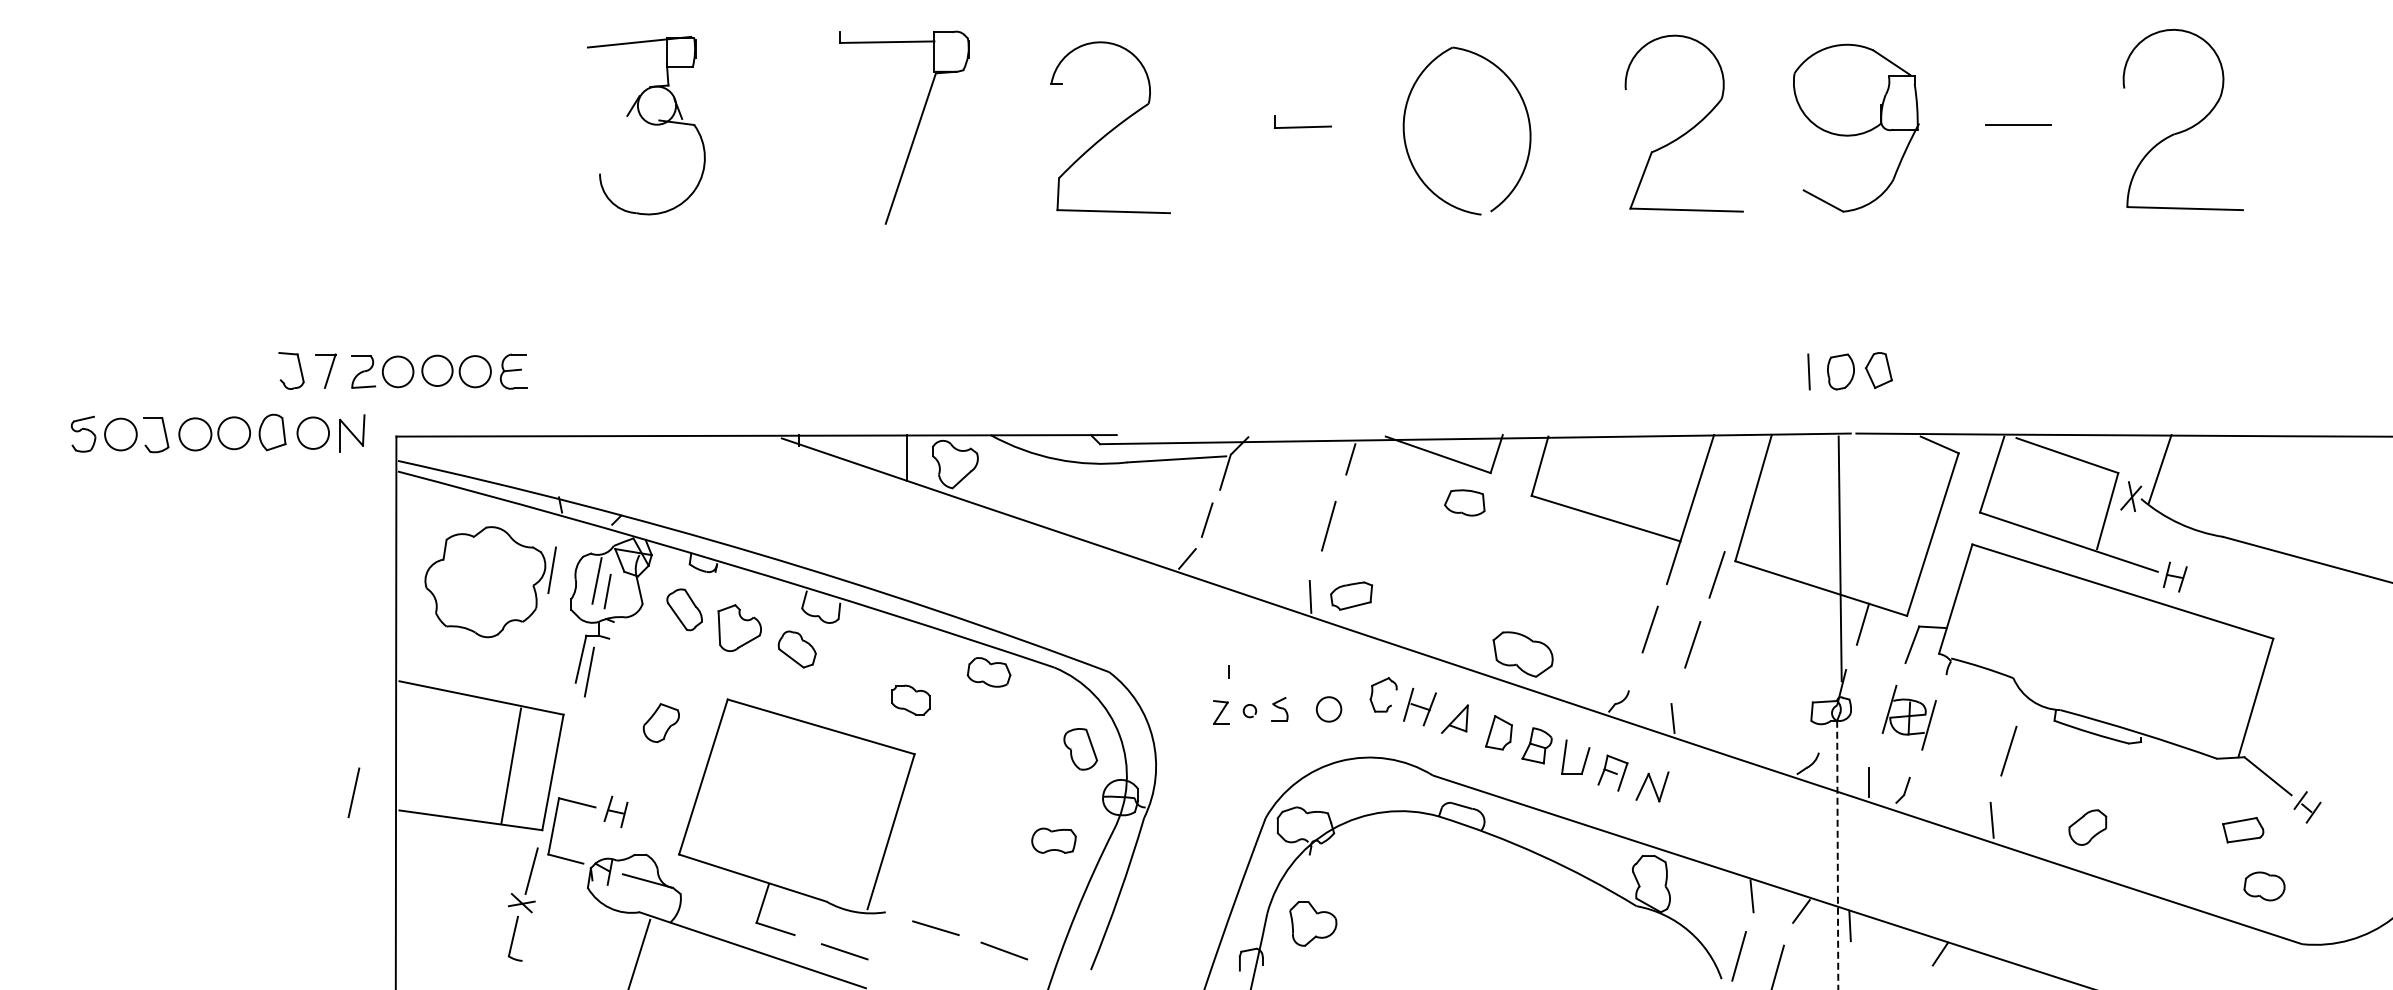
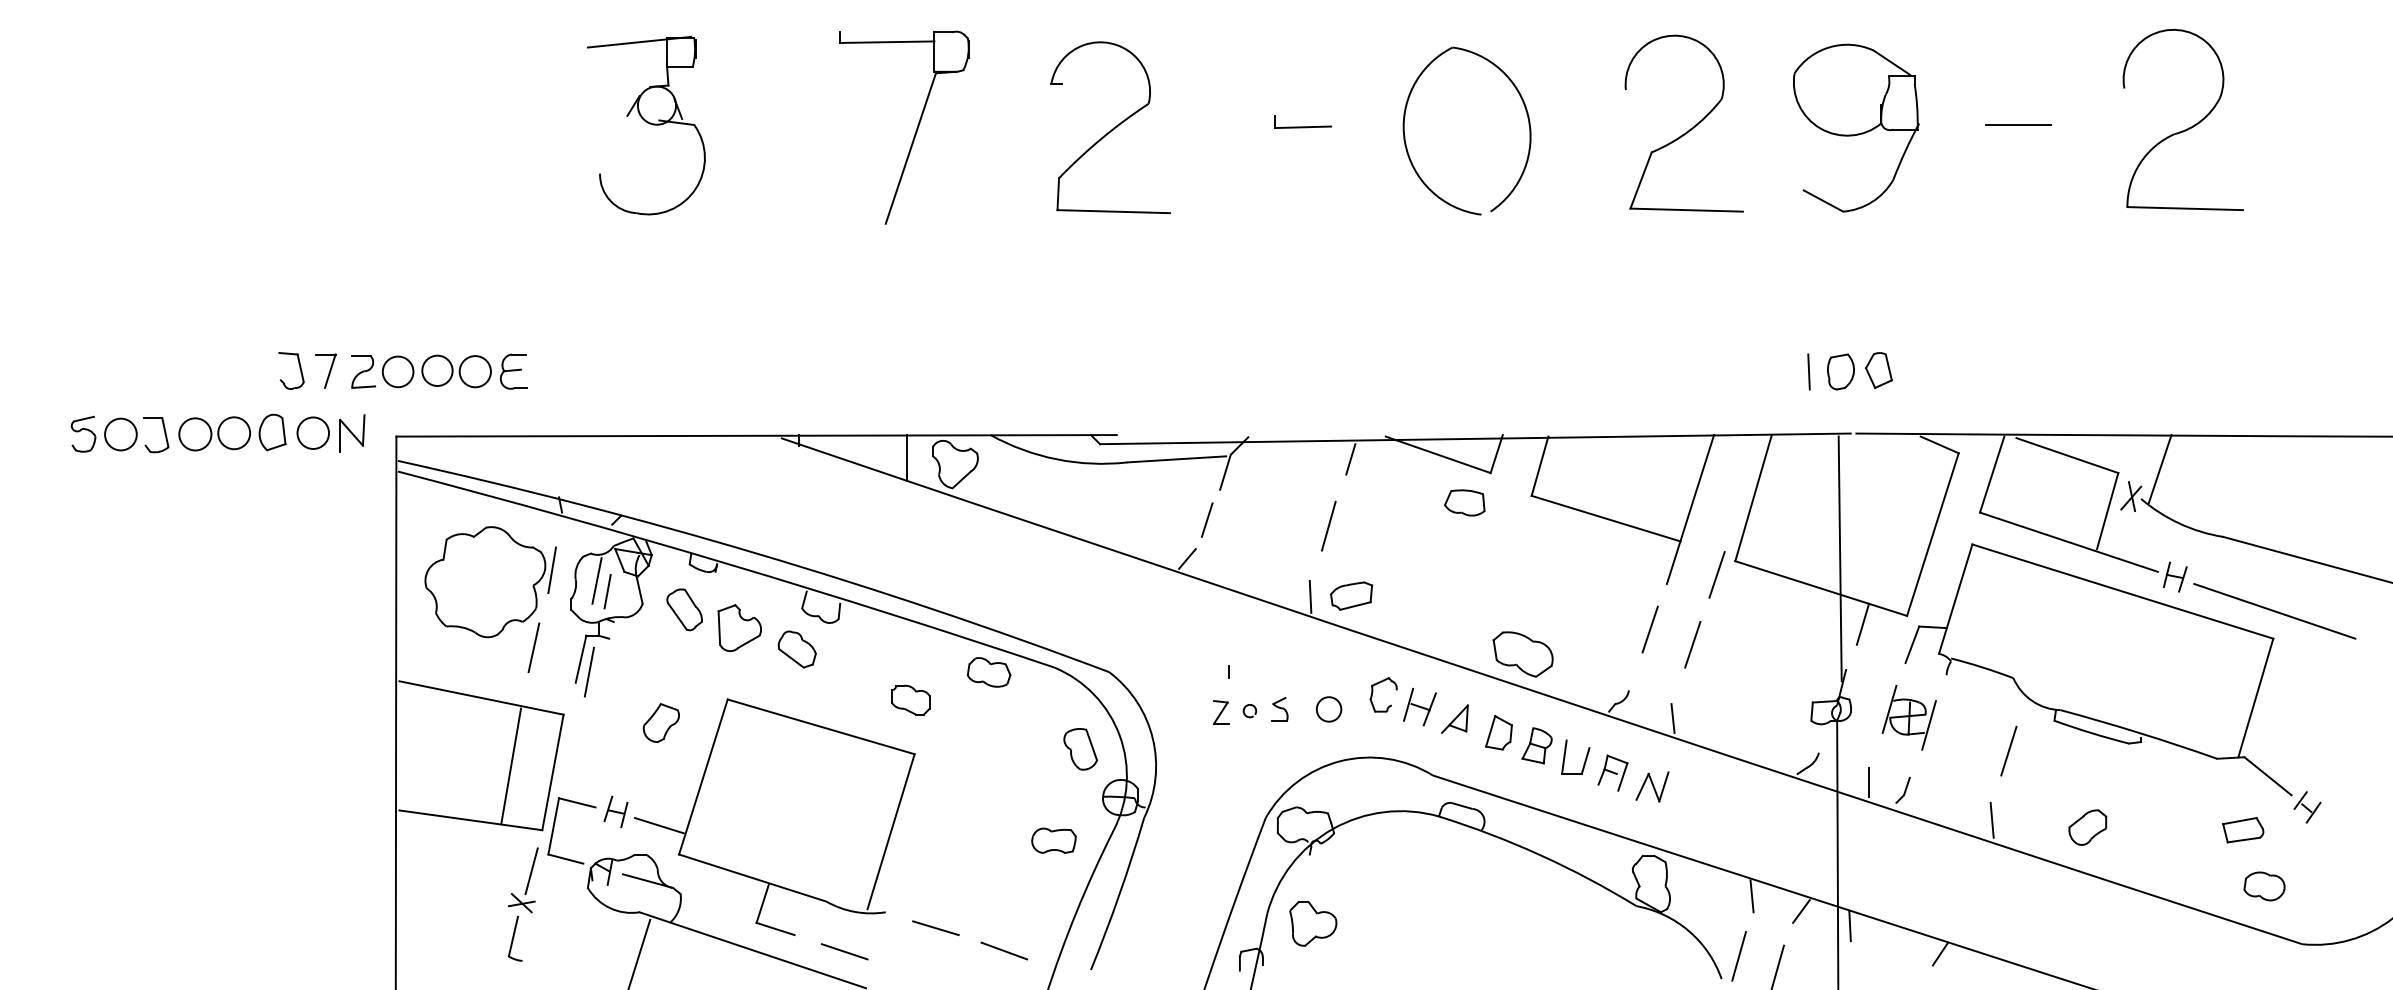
line at (2274, 611): none -> present
line at (353, 792) position: (353, 792) -> (533, 647)
line at (659, 825): none -> present
line at (1837, 855): dashed -> solid
